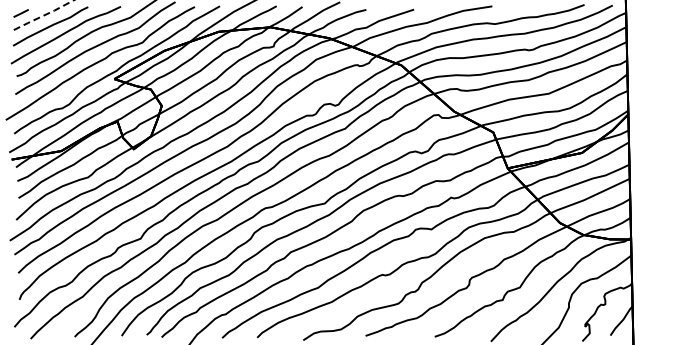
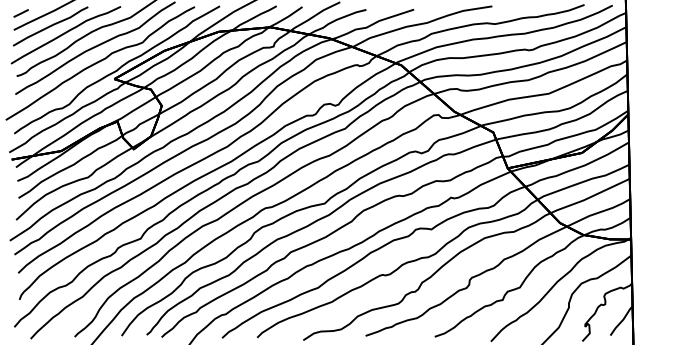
line at (43, 15): dashed -> solid
